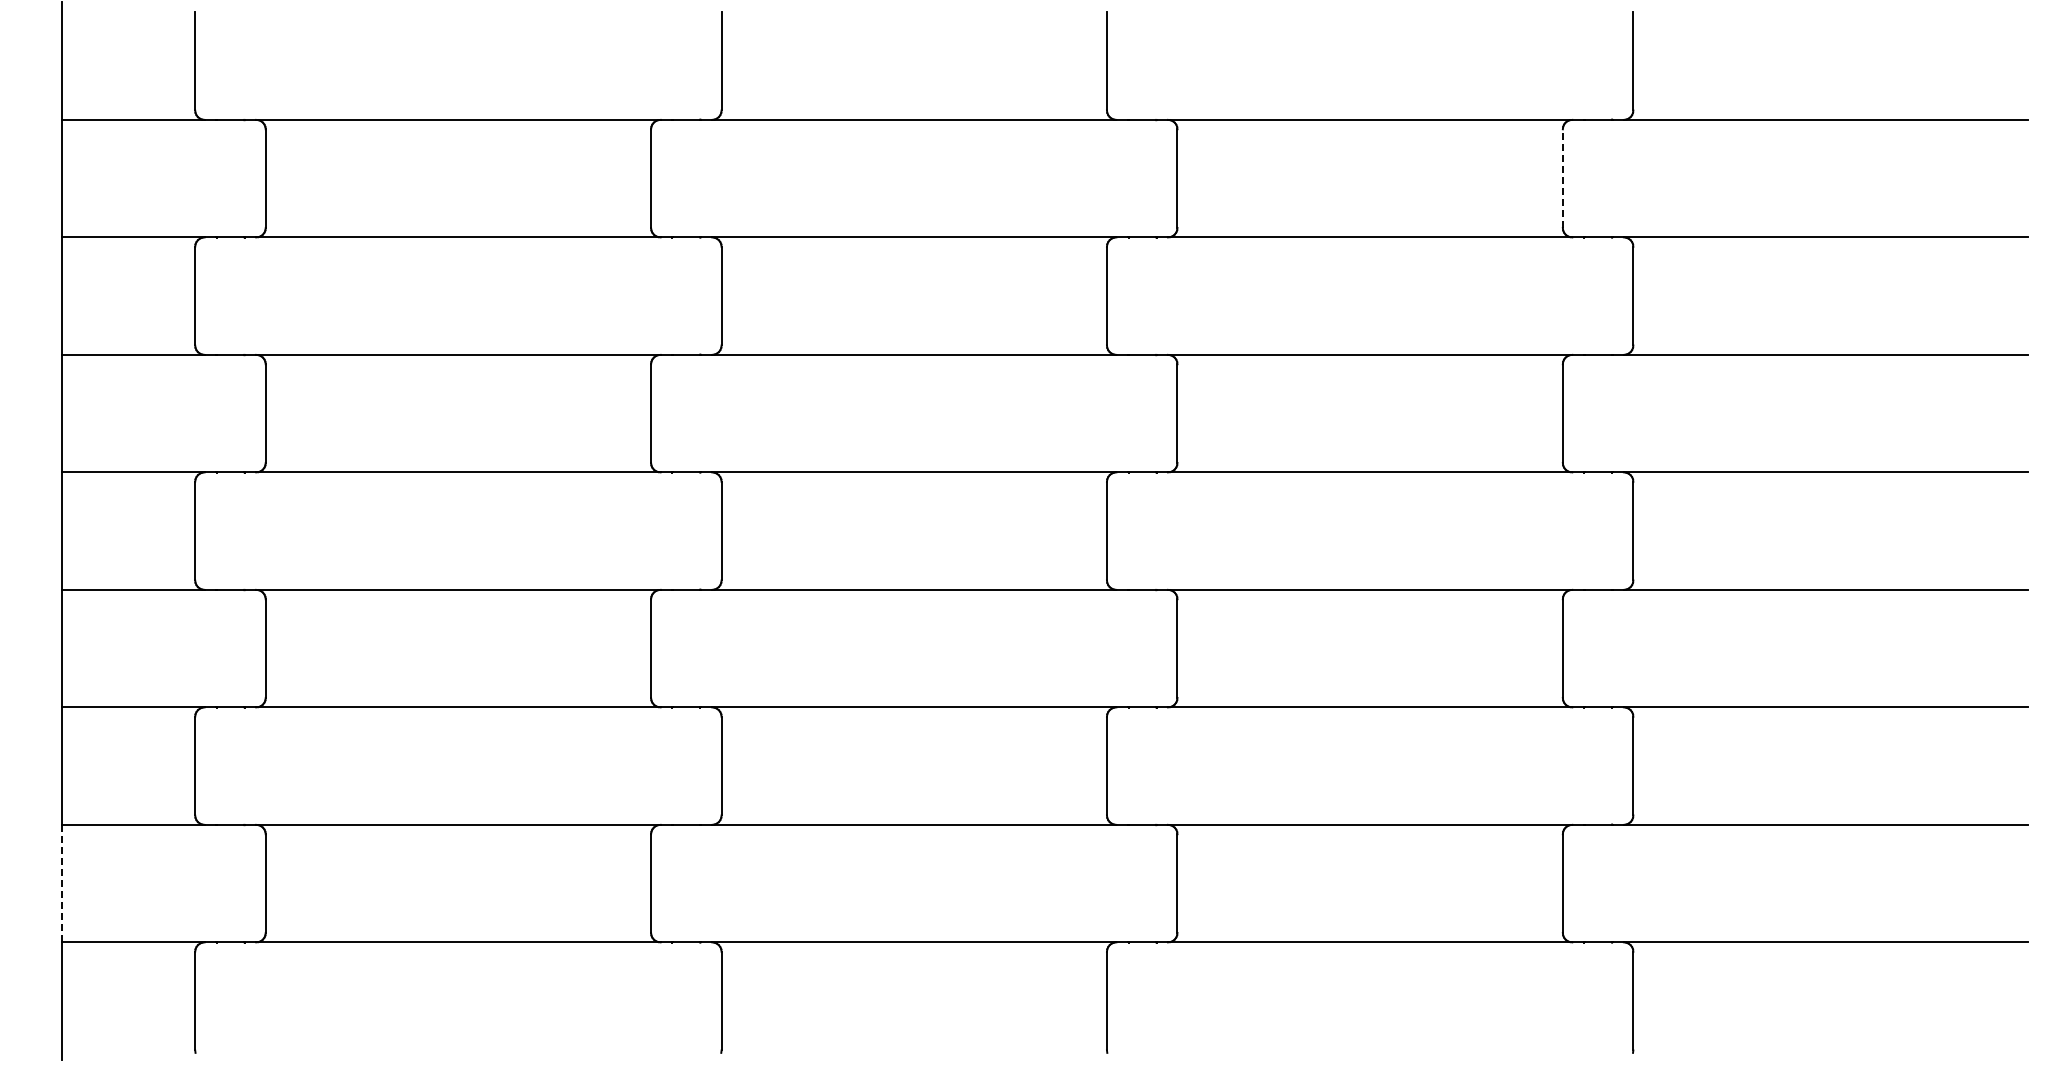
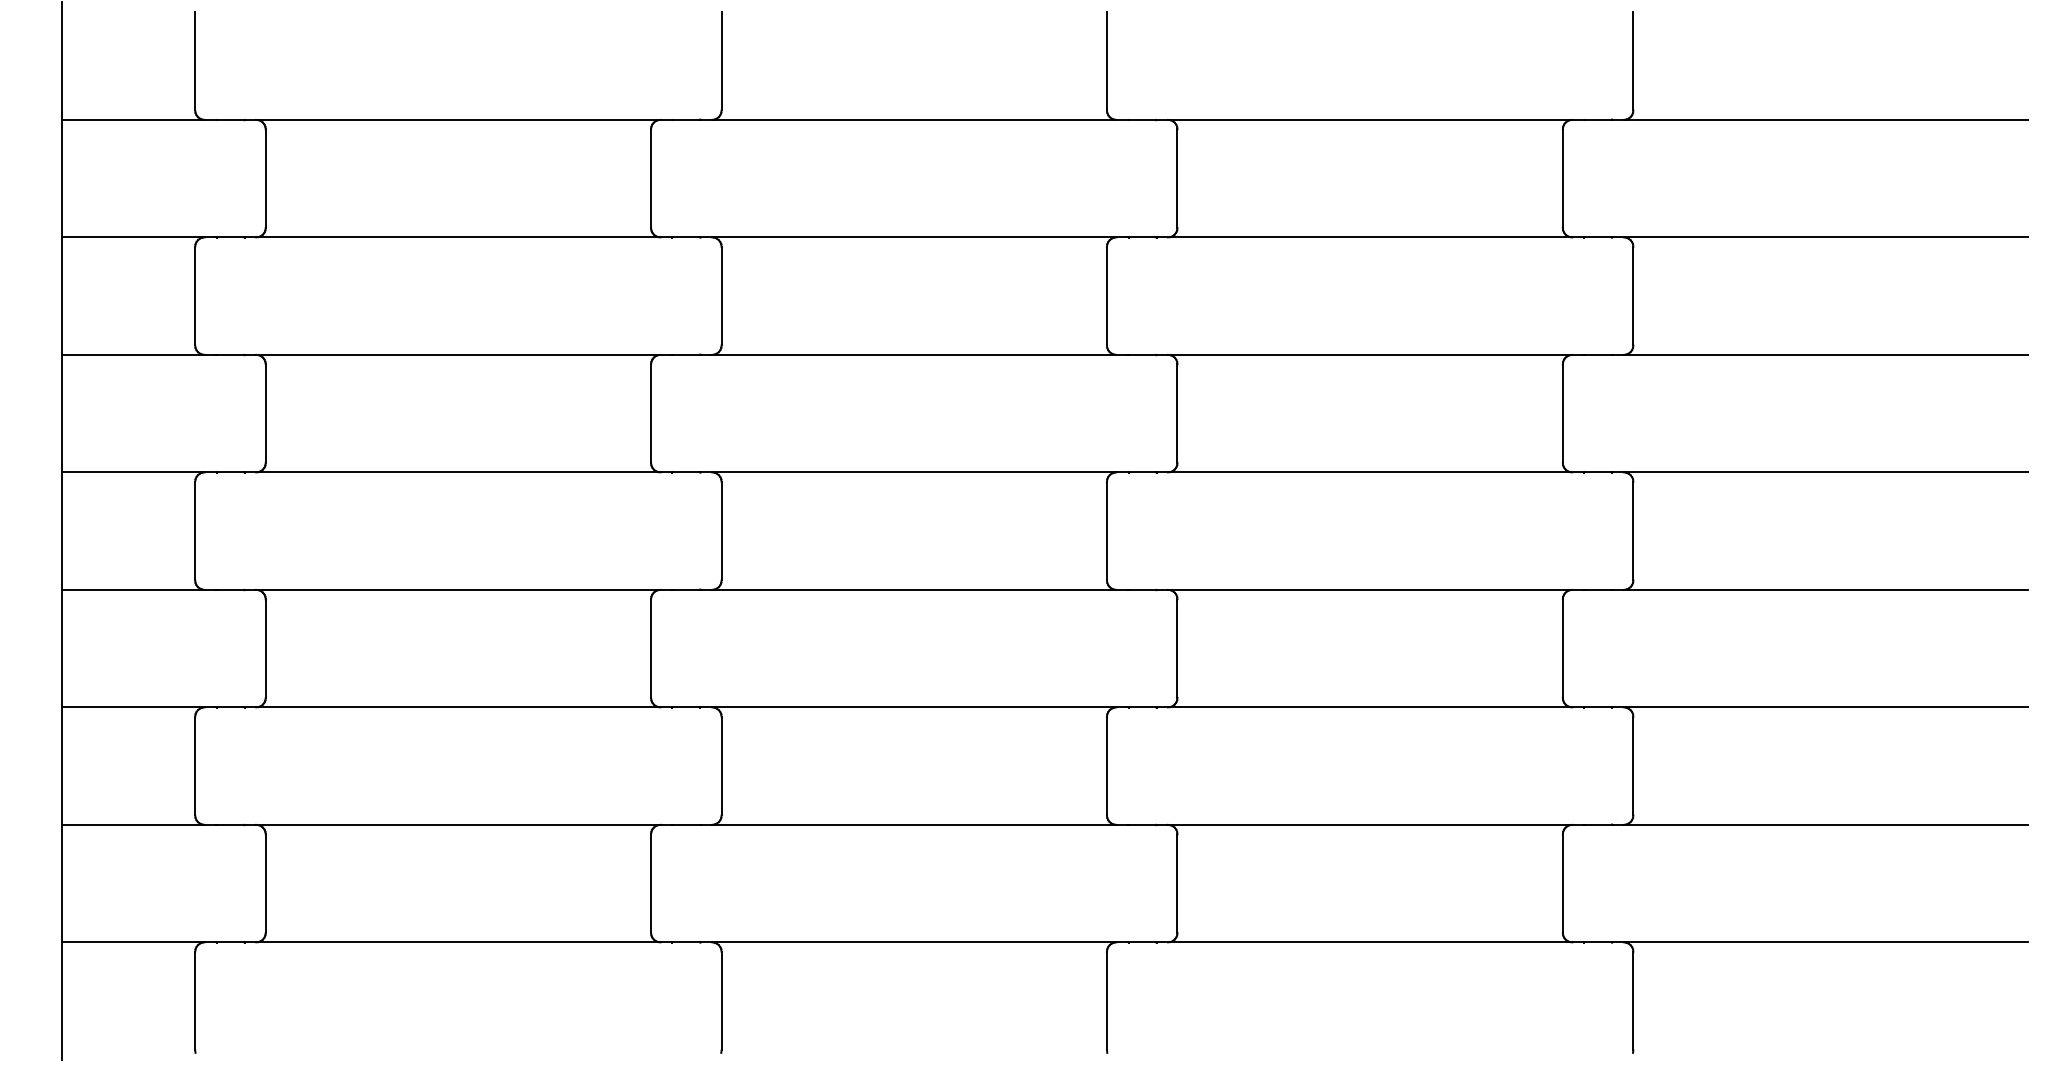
line at (1562, 178): dashed -> solid
line at (61, 883): dashed -> solid
